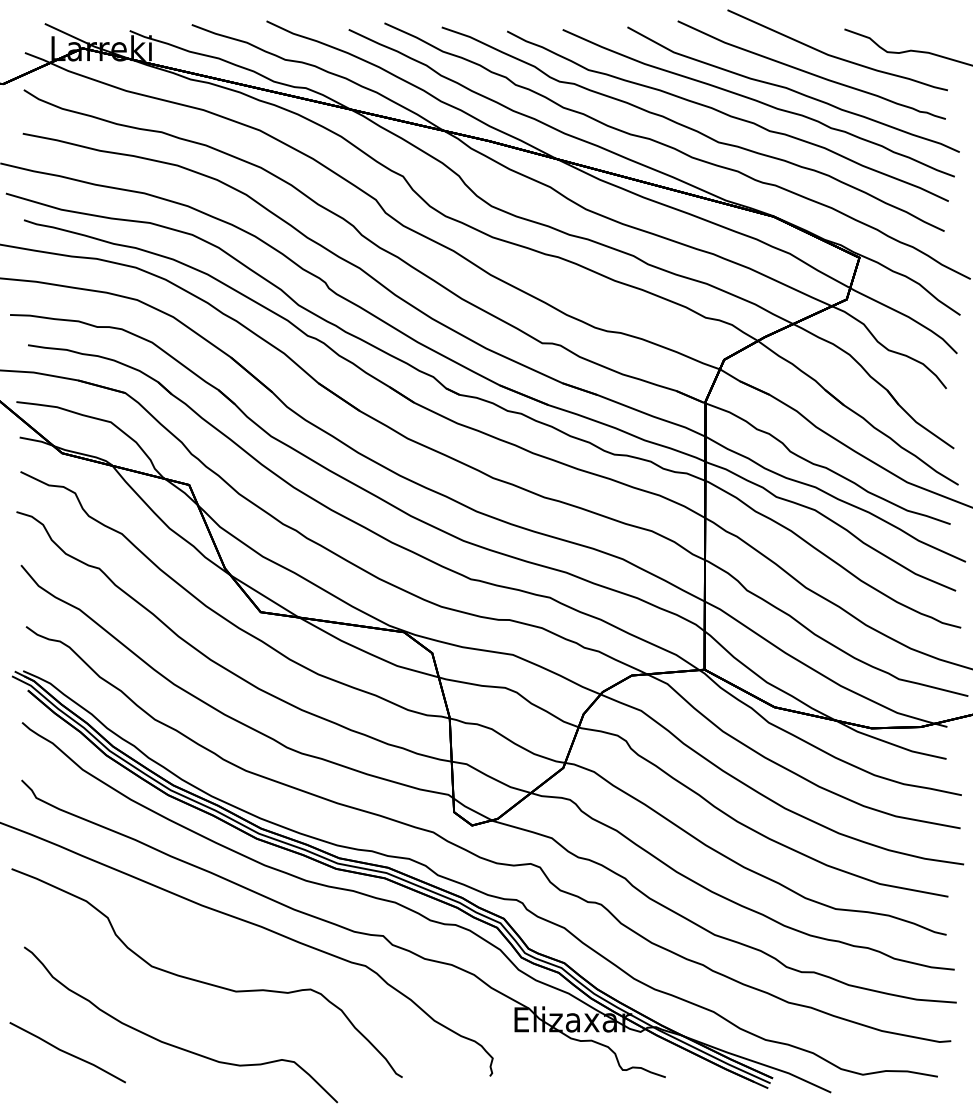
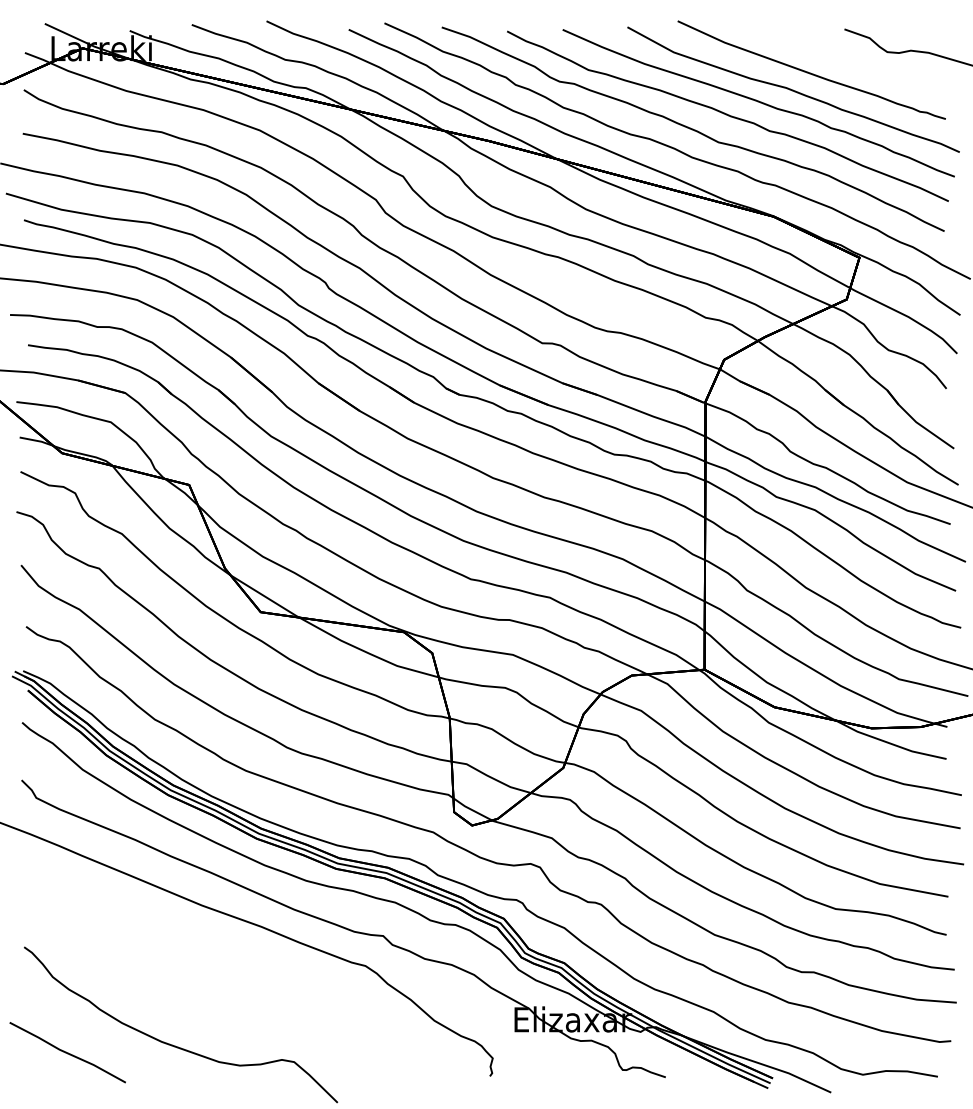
part at (836, 56): present -> none
part at (204, 981): present -> none
